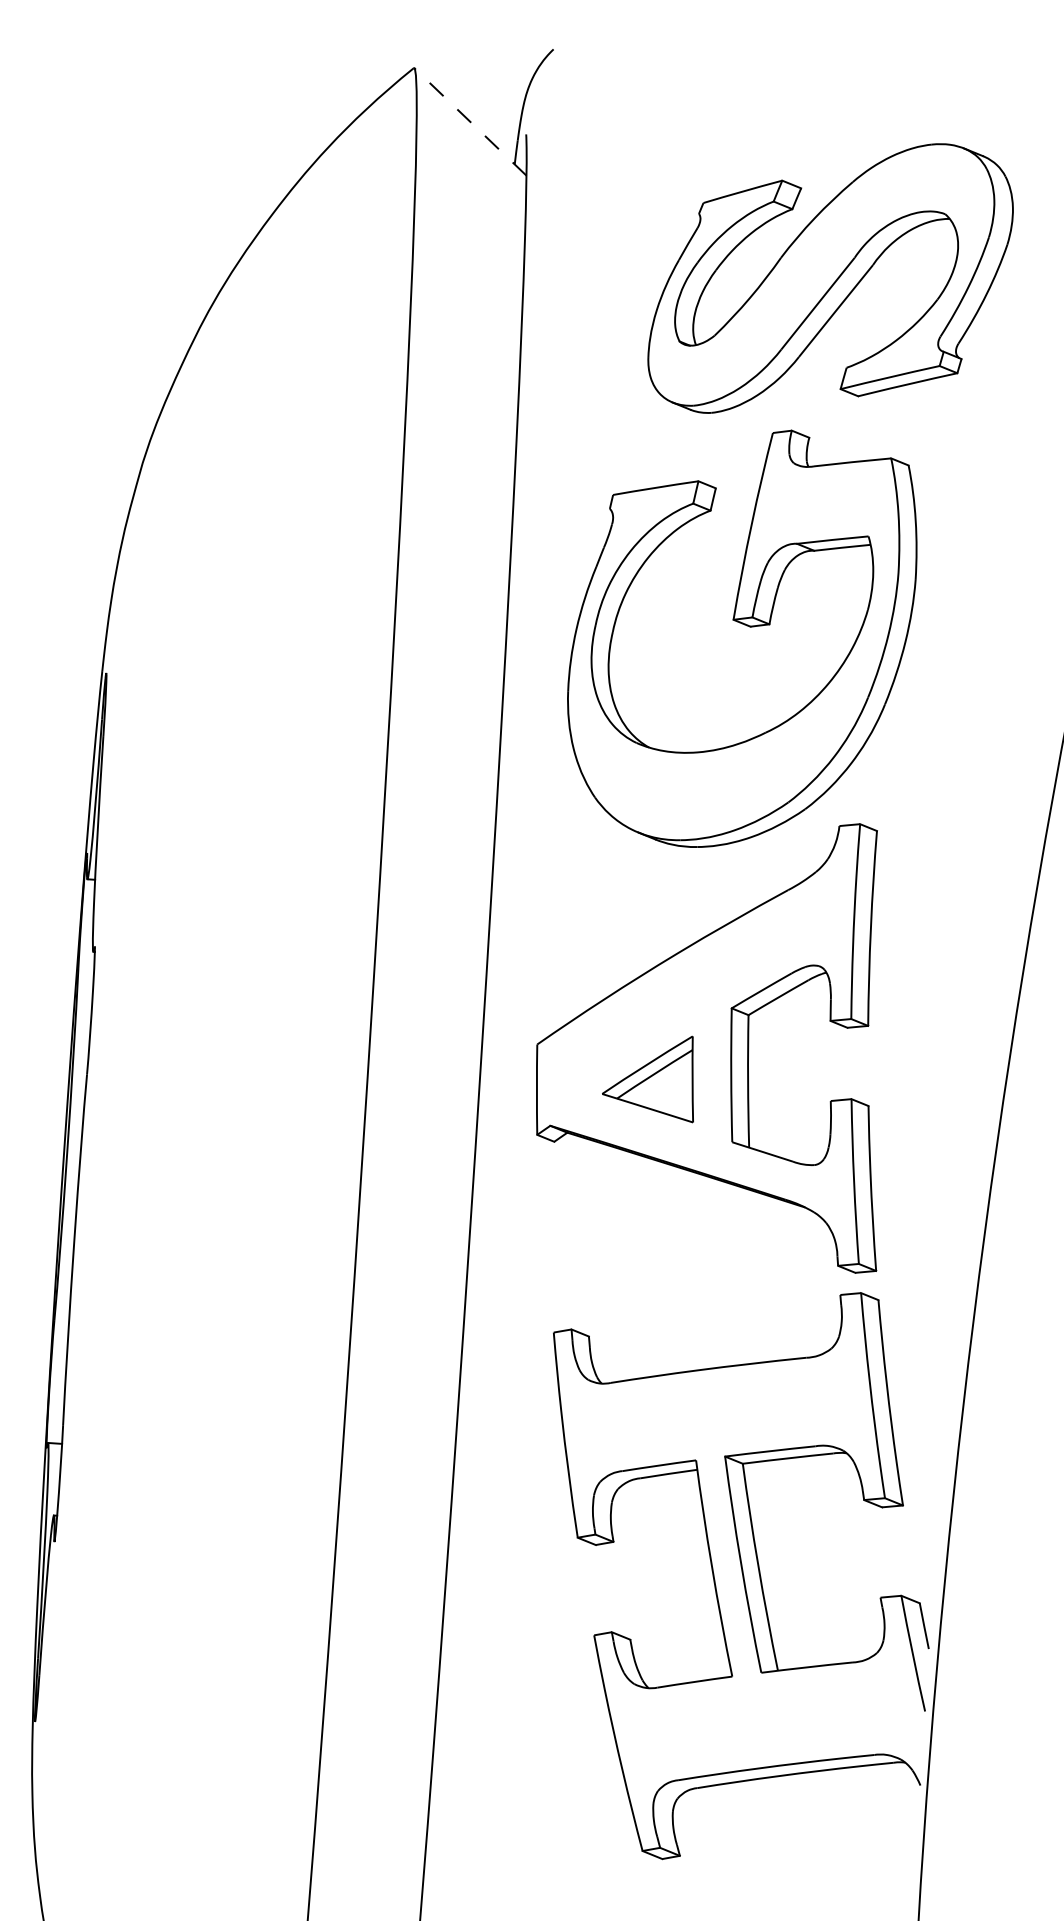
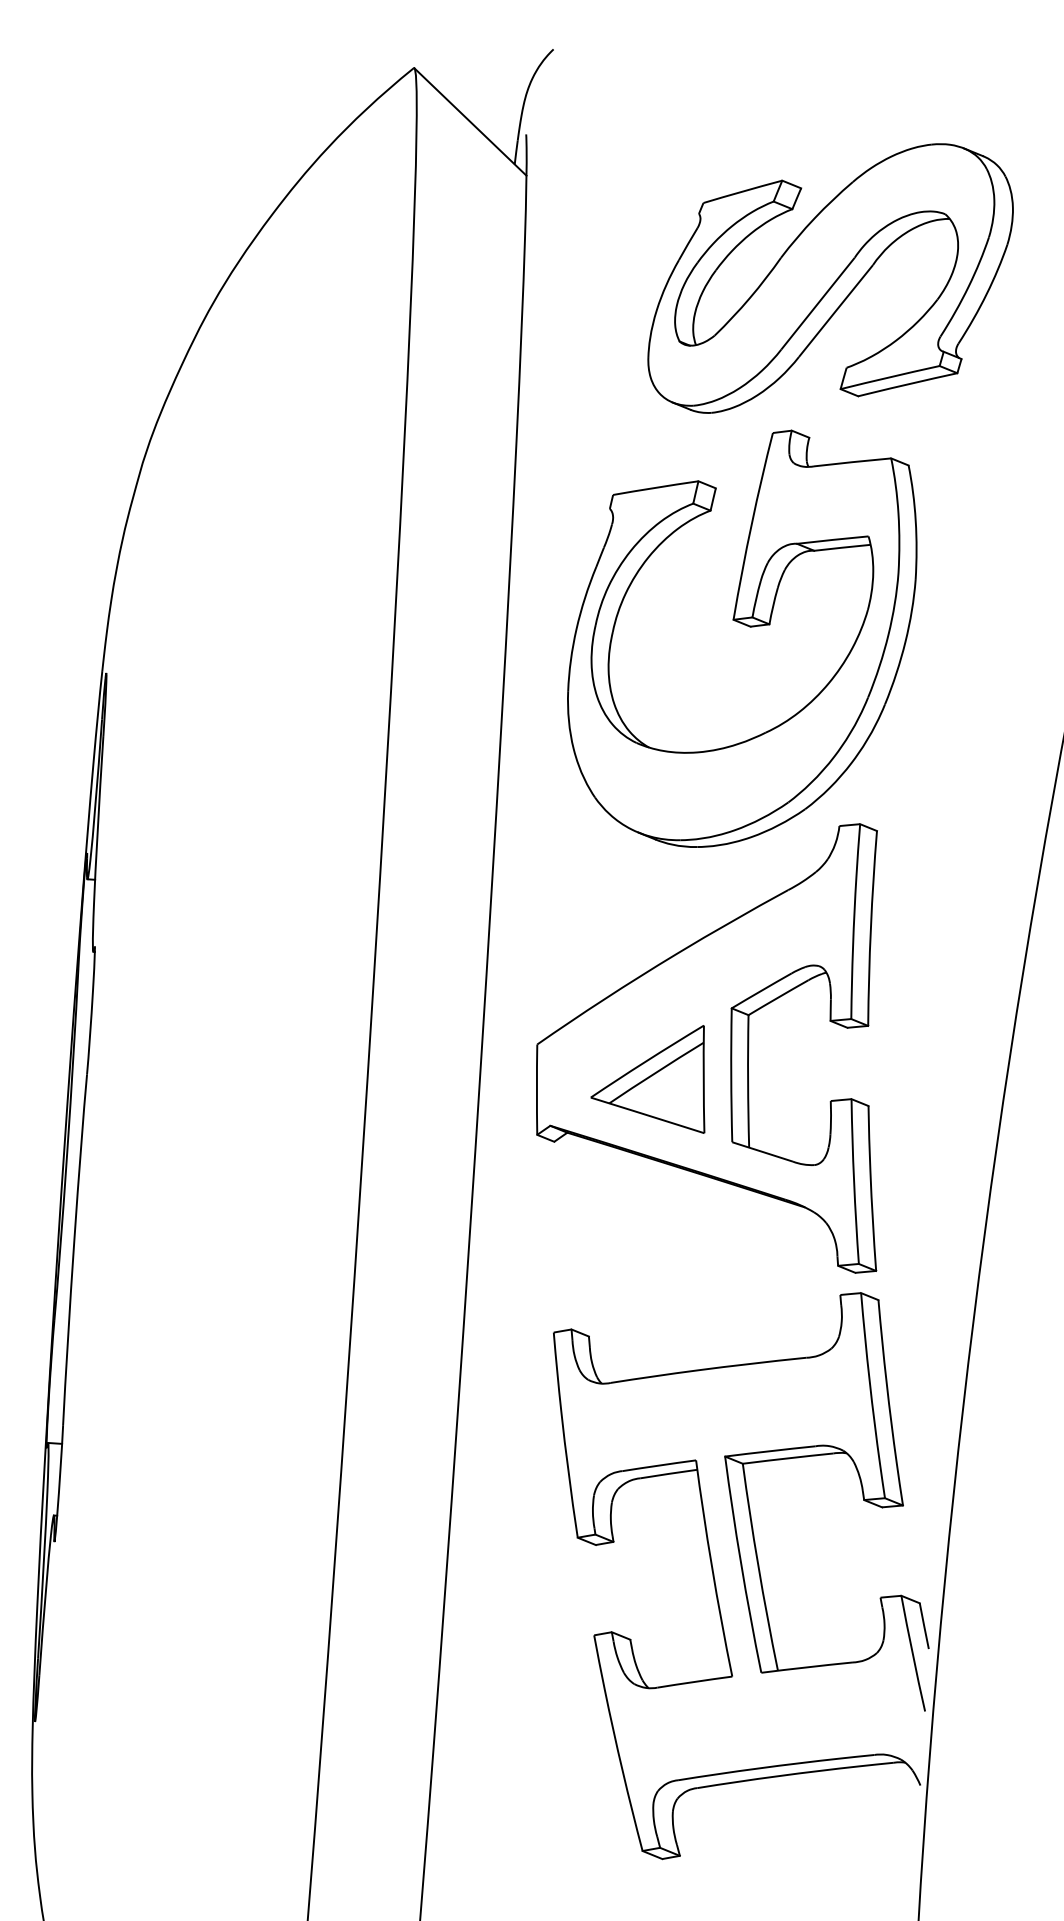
line at (470, 121): dashed -> solid
part at (647, 1079) size: 92x89 px -> 116x109 px
